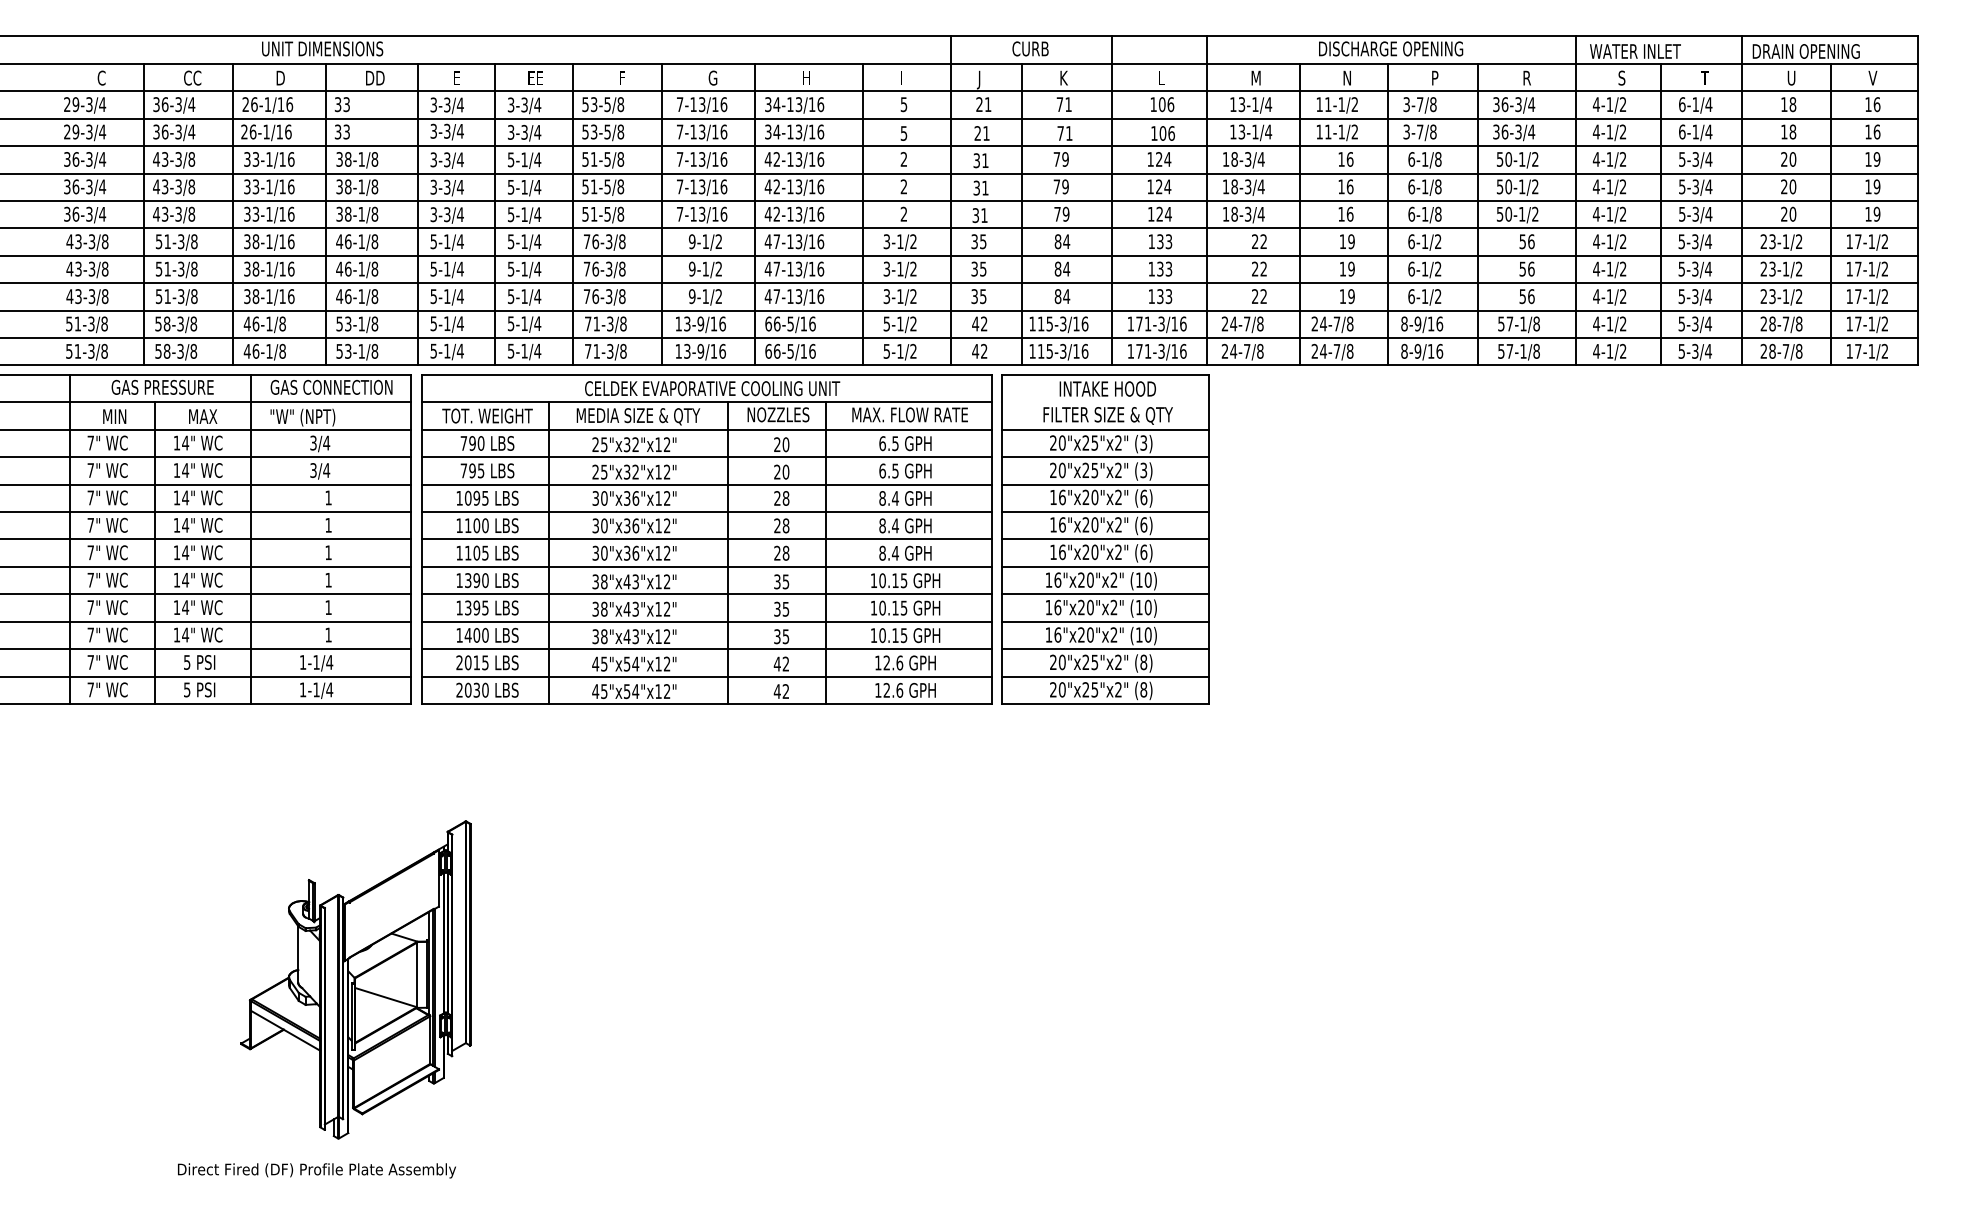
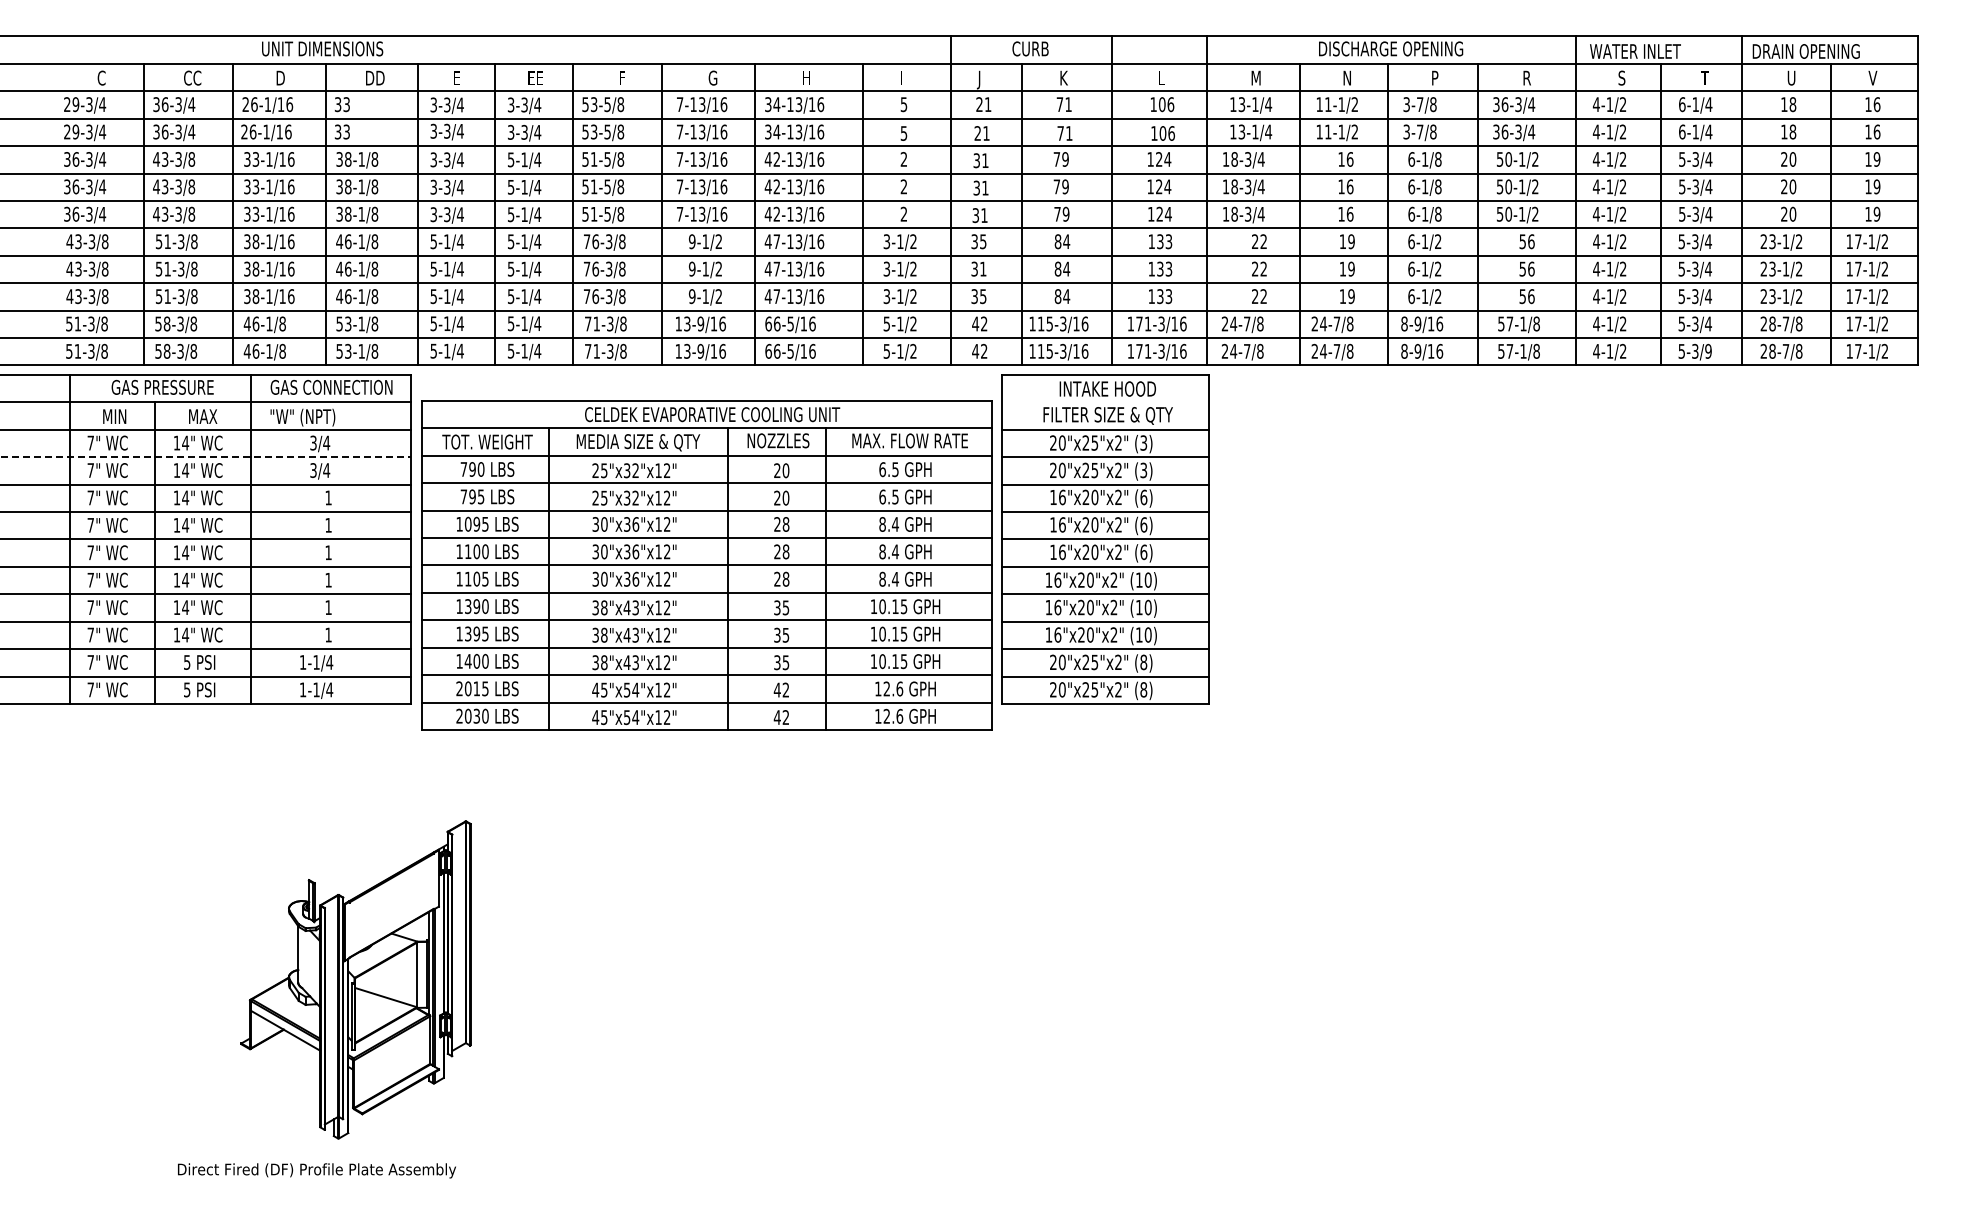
text at (983, 268): 35 -> 31
text at (1707, 350): 5-3/4 -> 5-3/9
line at (205, 457): solid -> dashed
part at (706, 539) position: (706, 539) -> (706, 565)
